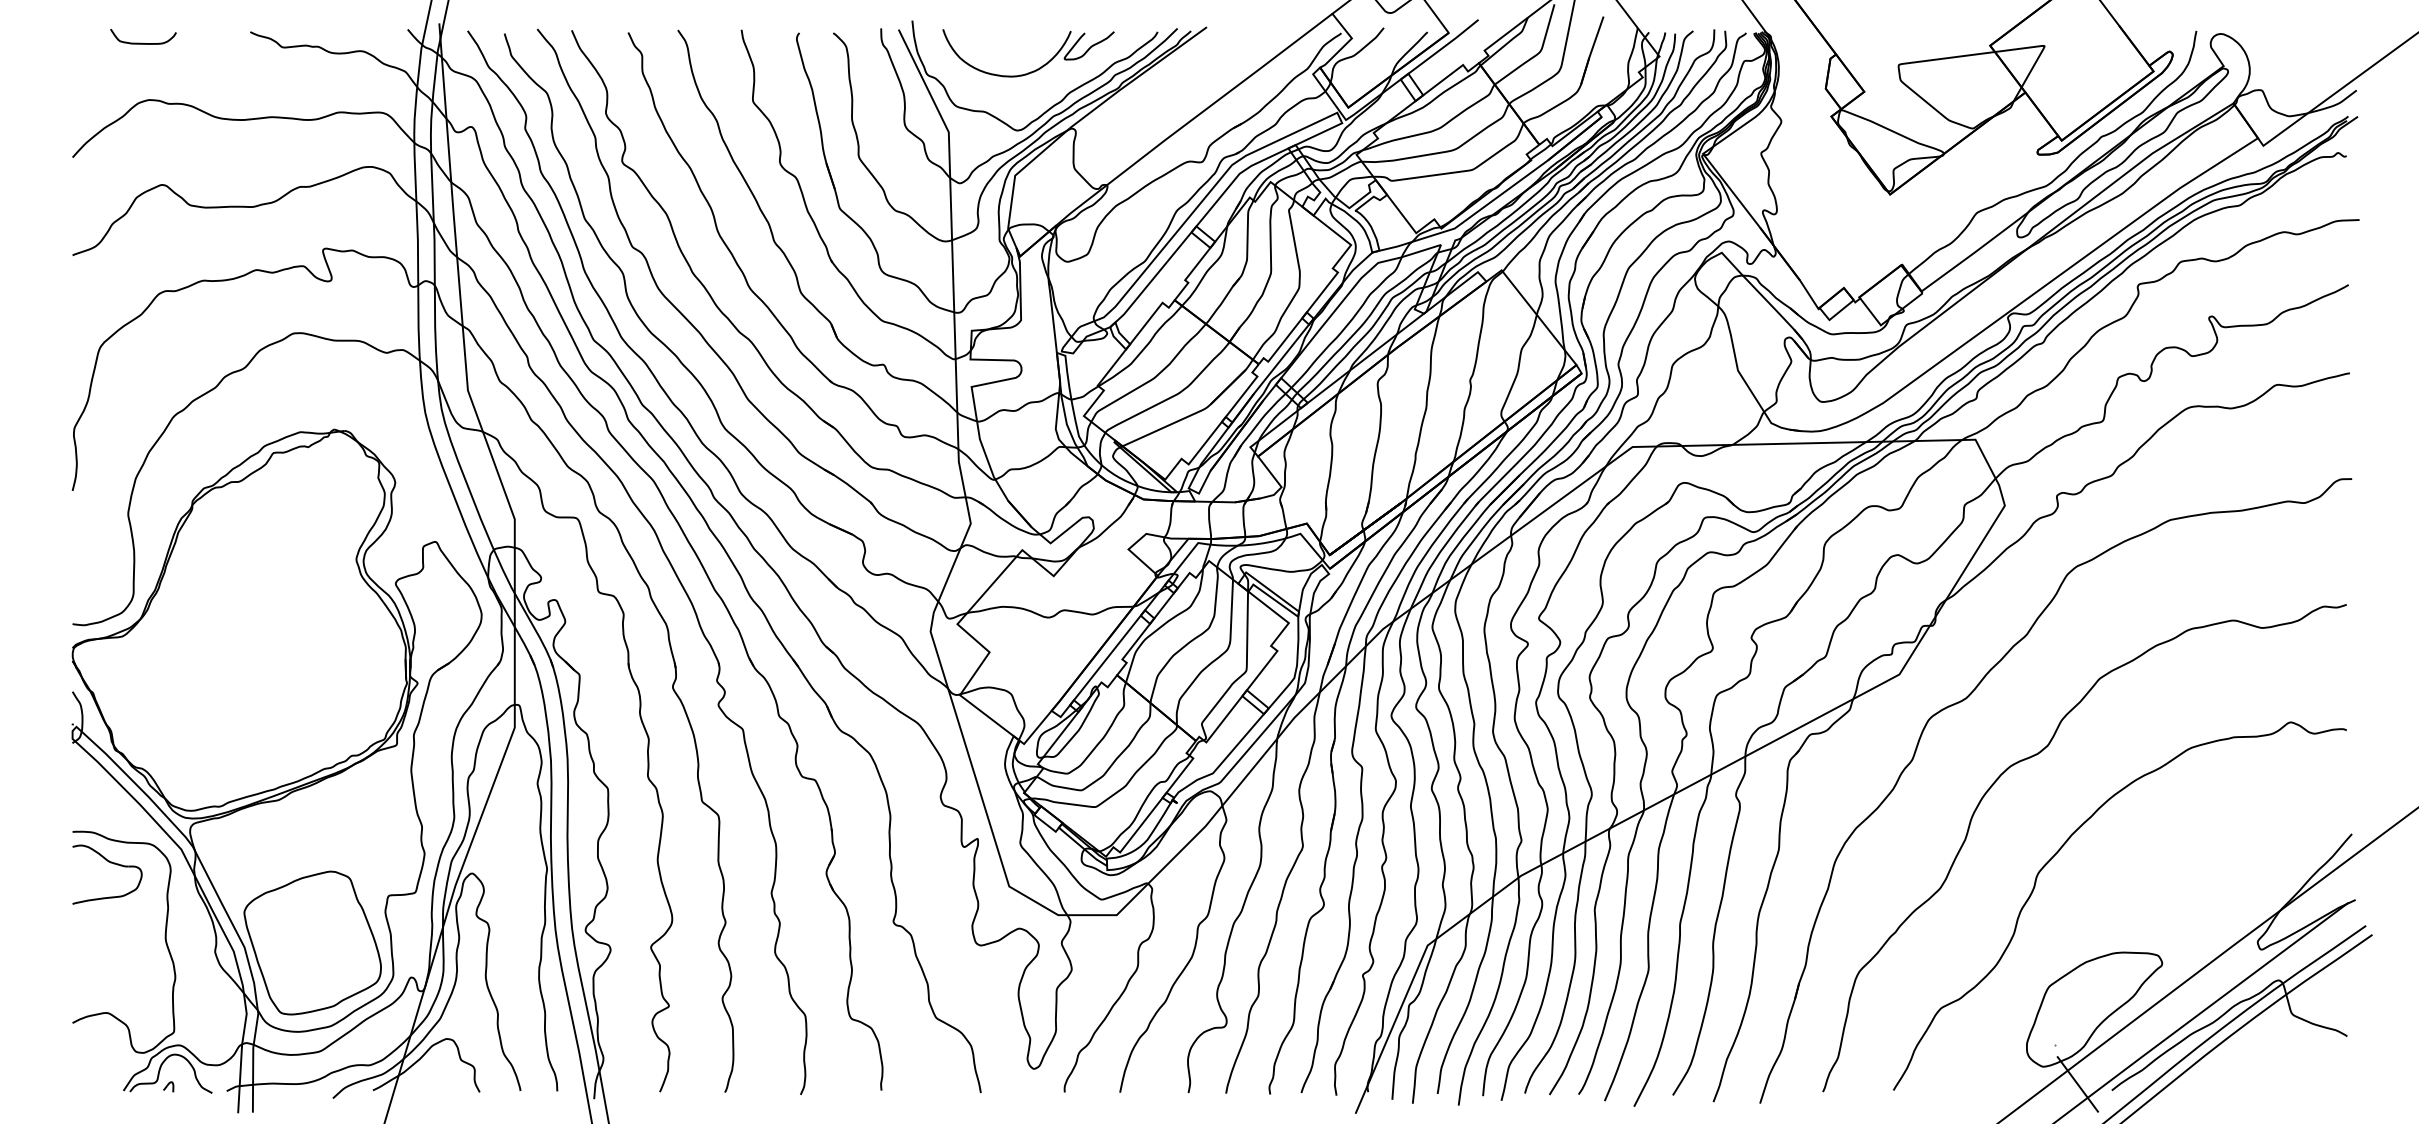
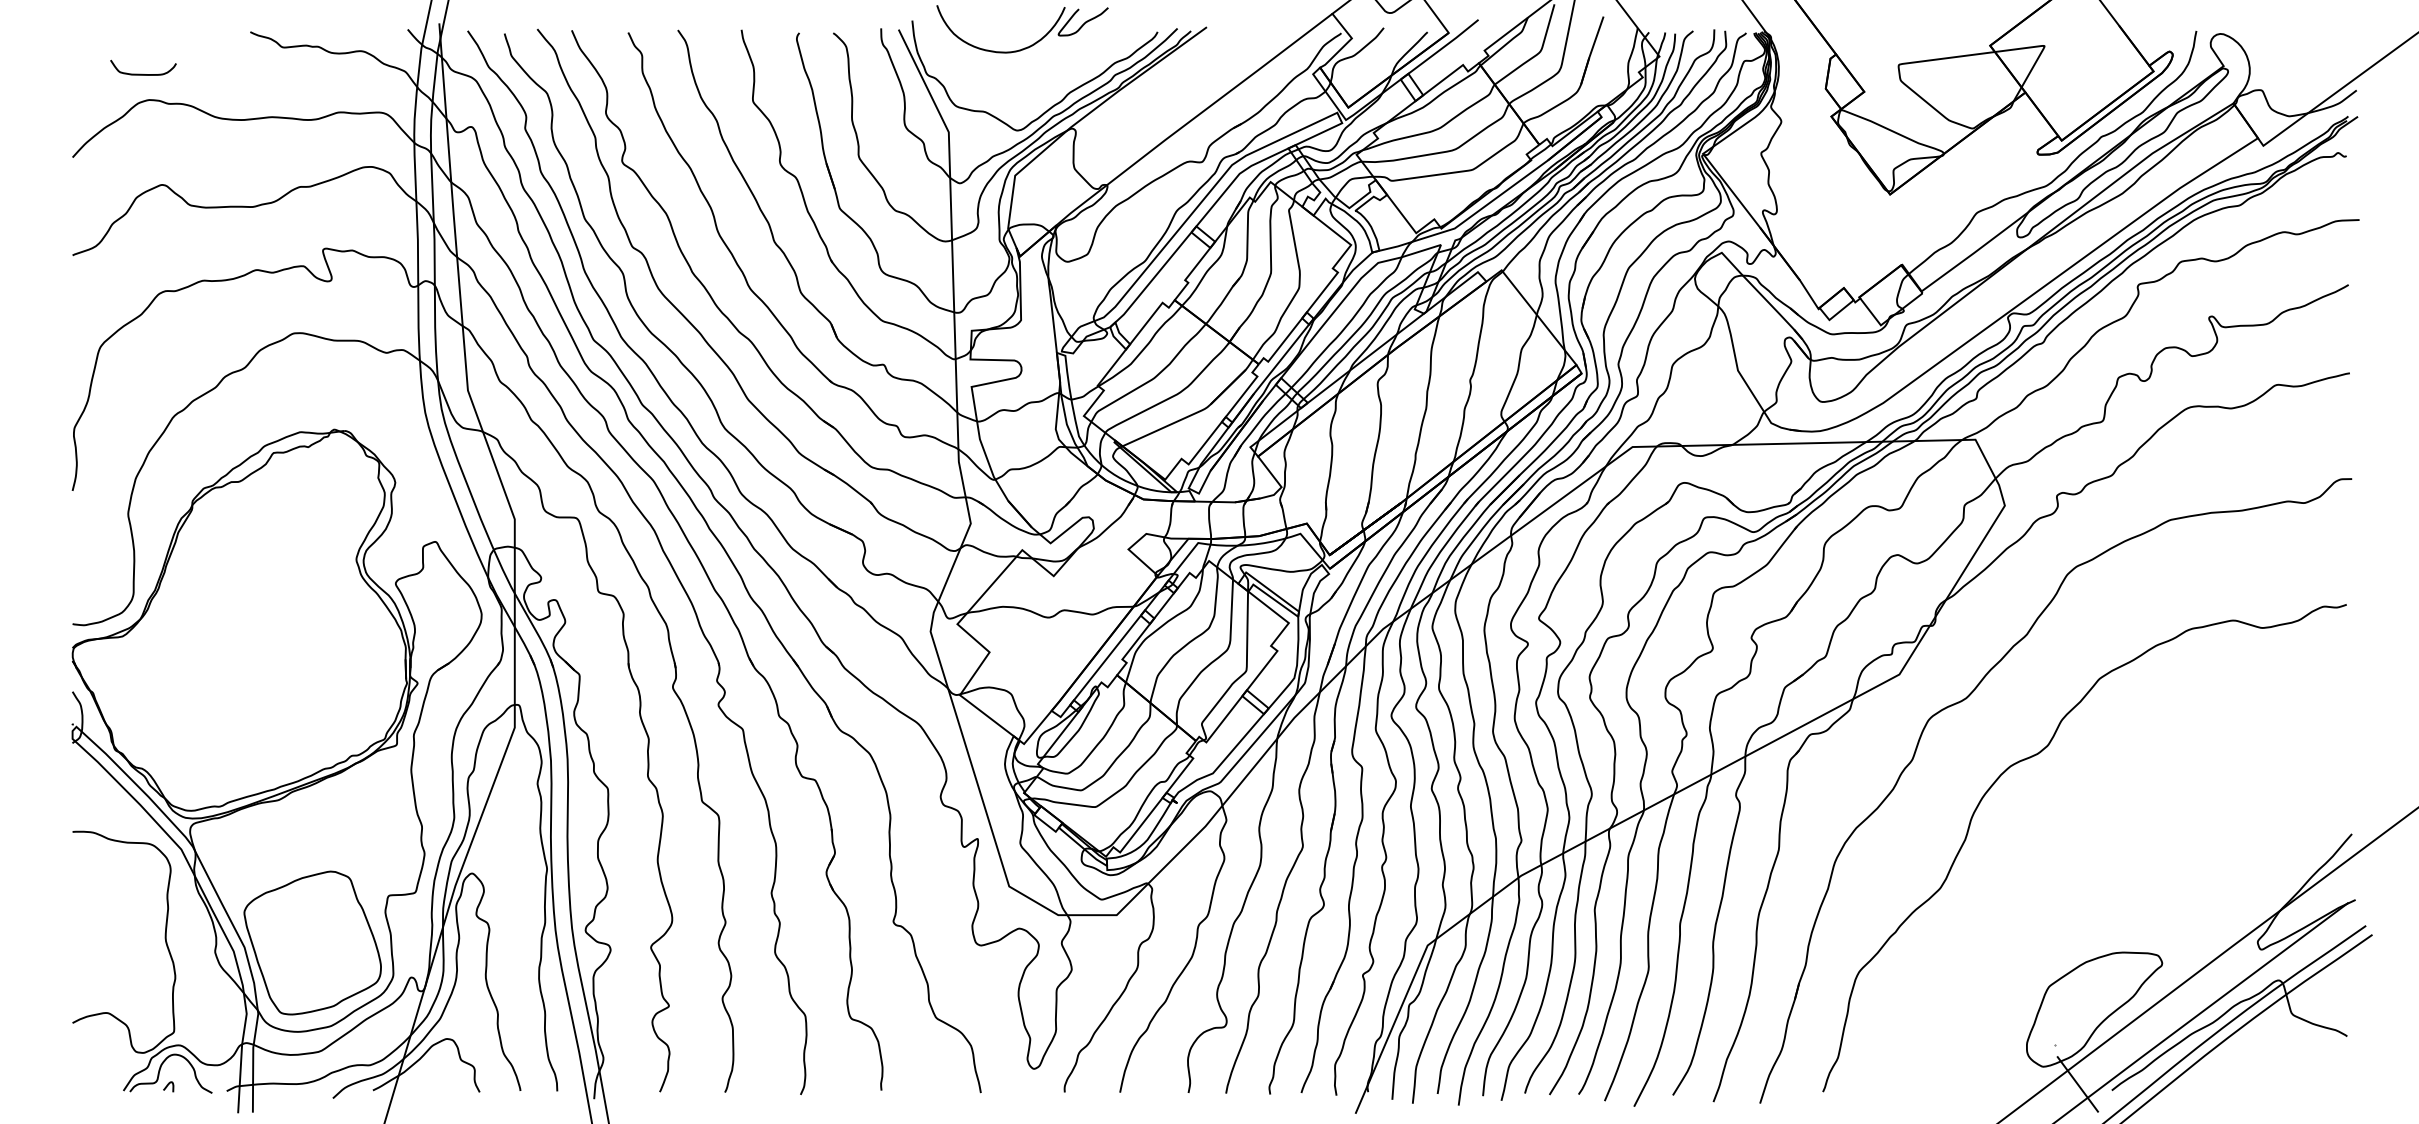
curve at (142, 42) position: (142, 42) -> (142, 73)
part at (1035, 69) position: (1035, 69) -> (1029, 45)
curve at (2060, 850): present -> none
part at (110, 863): present -> none
